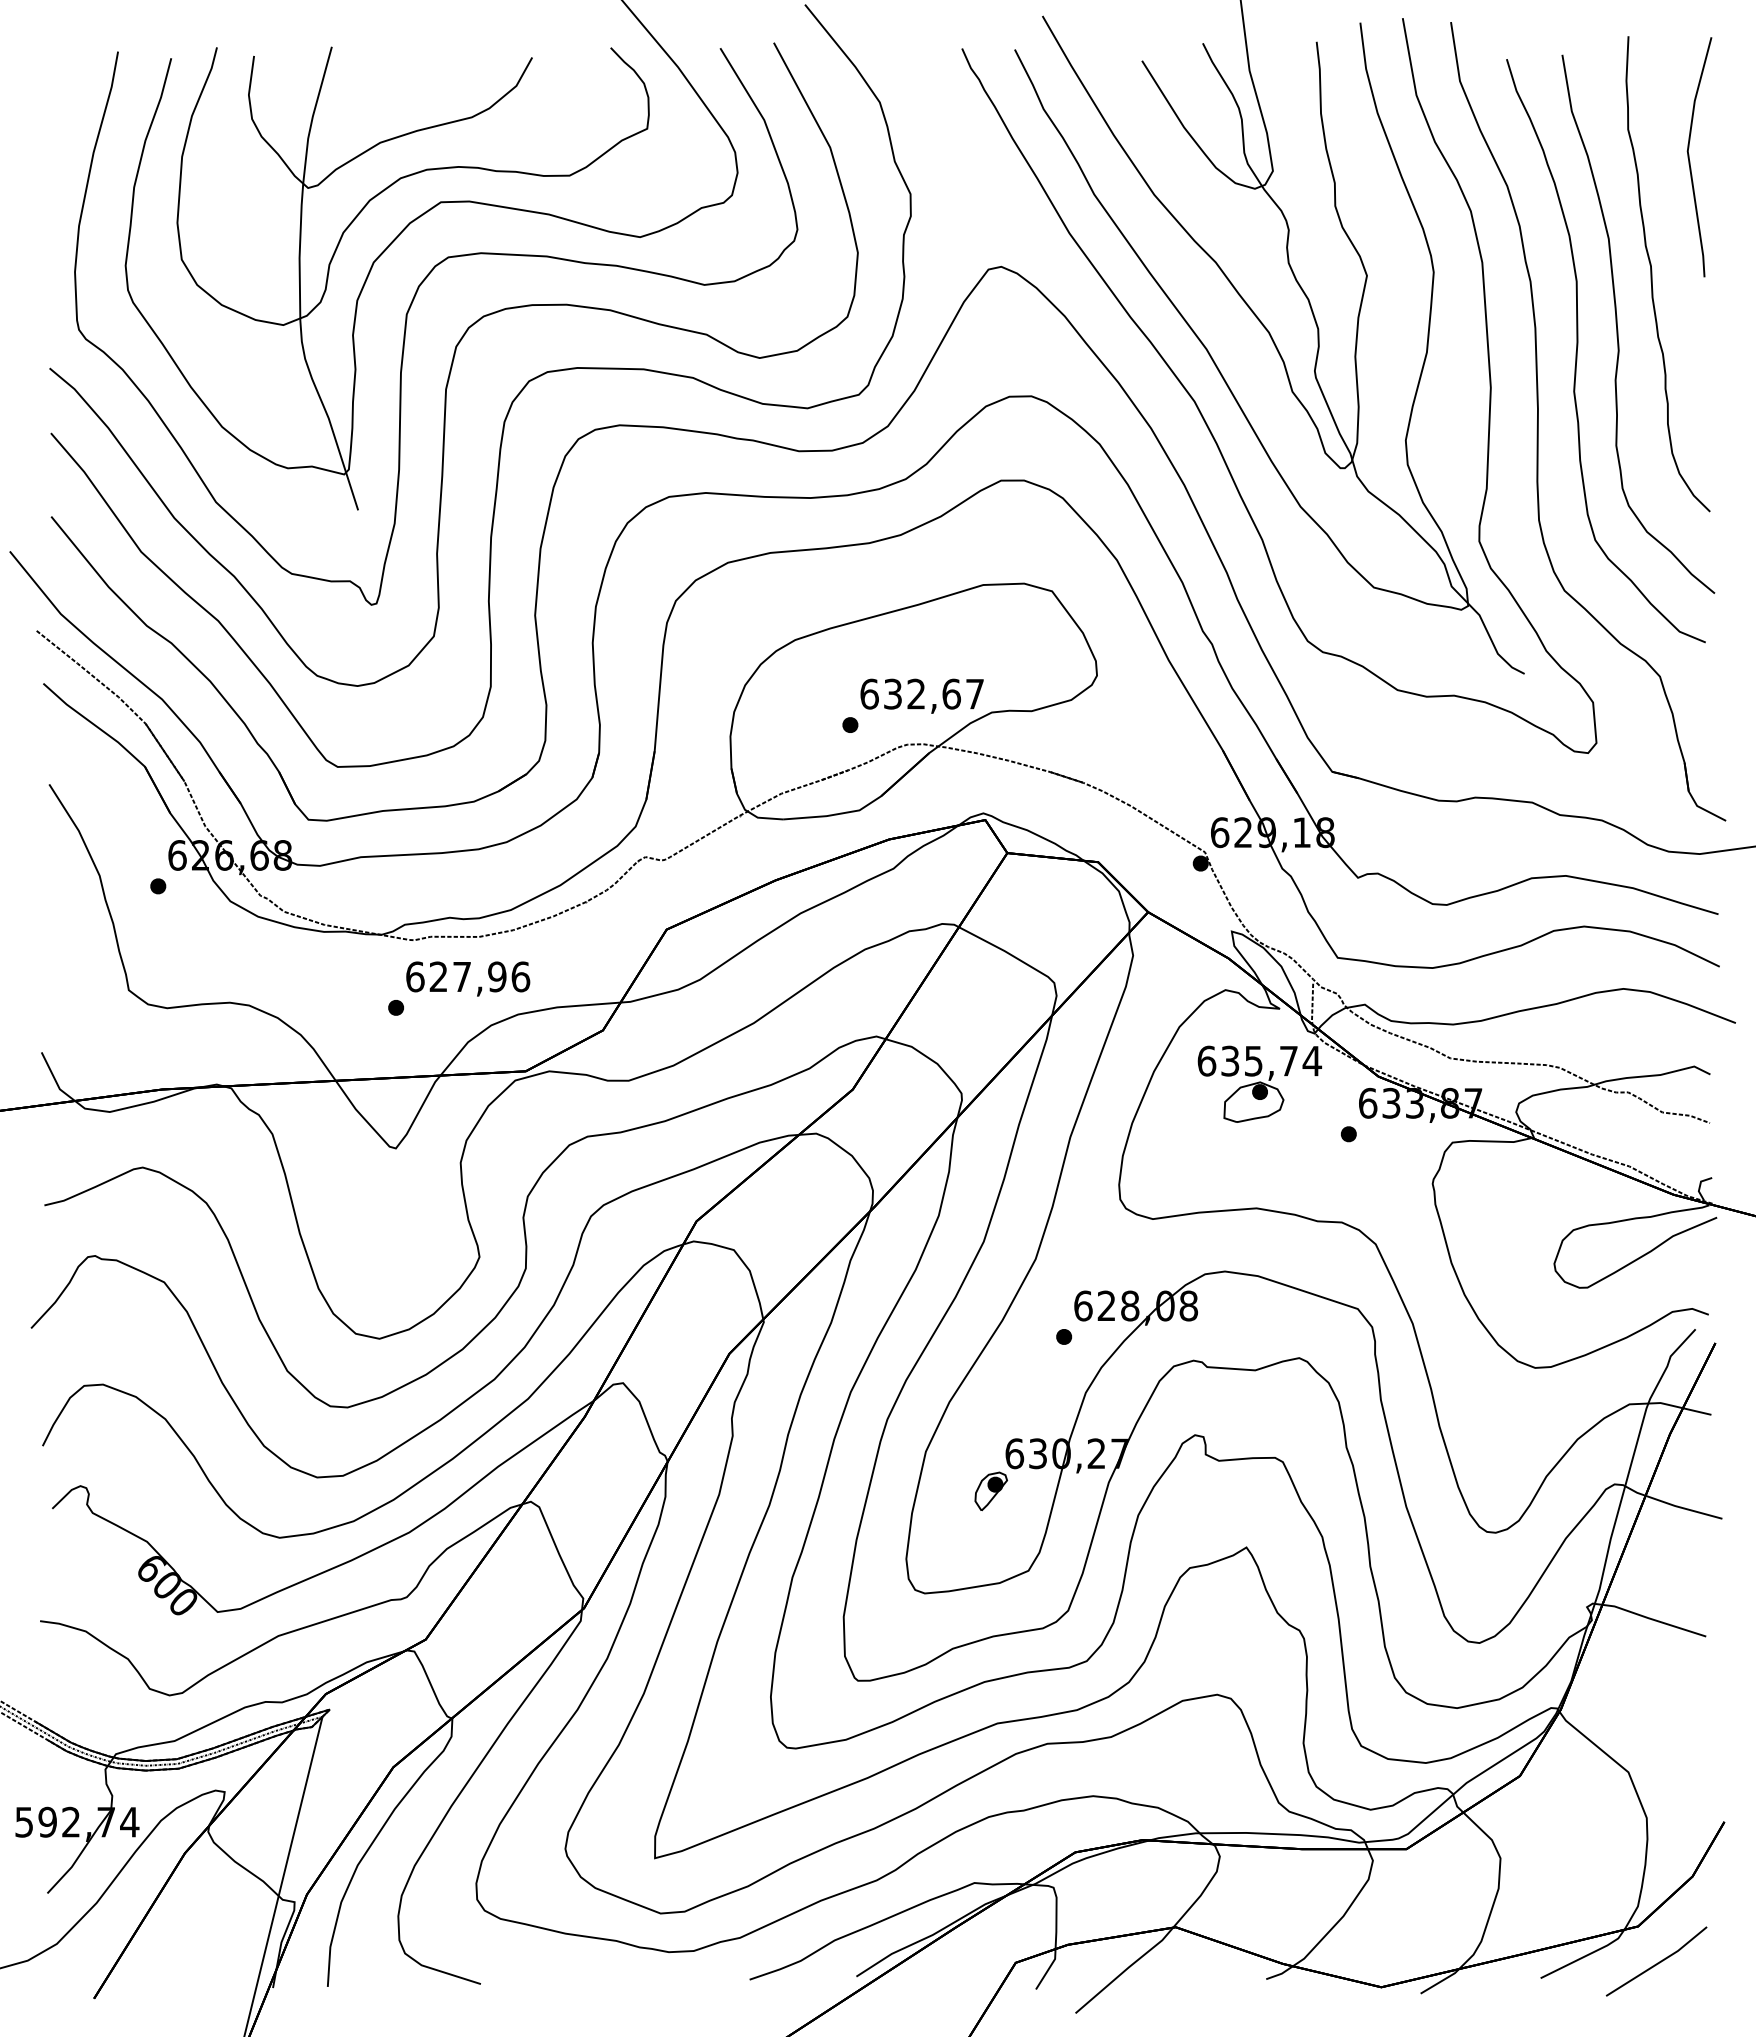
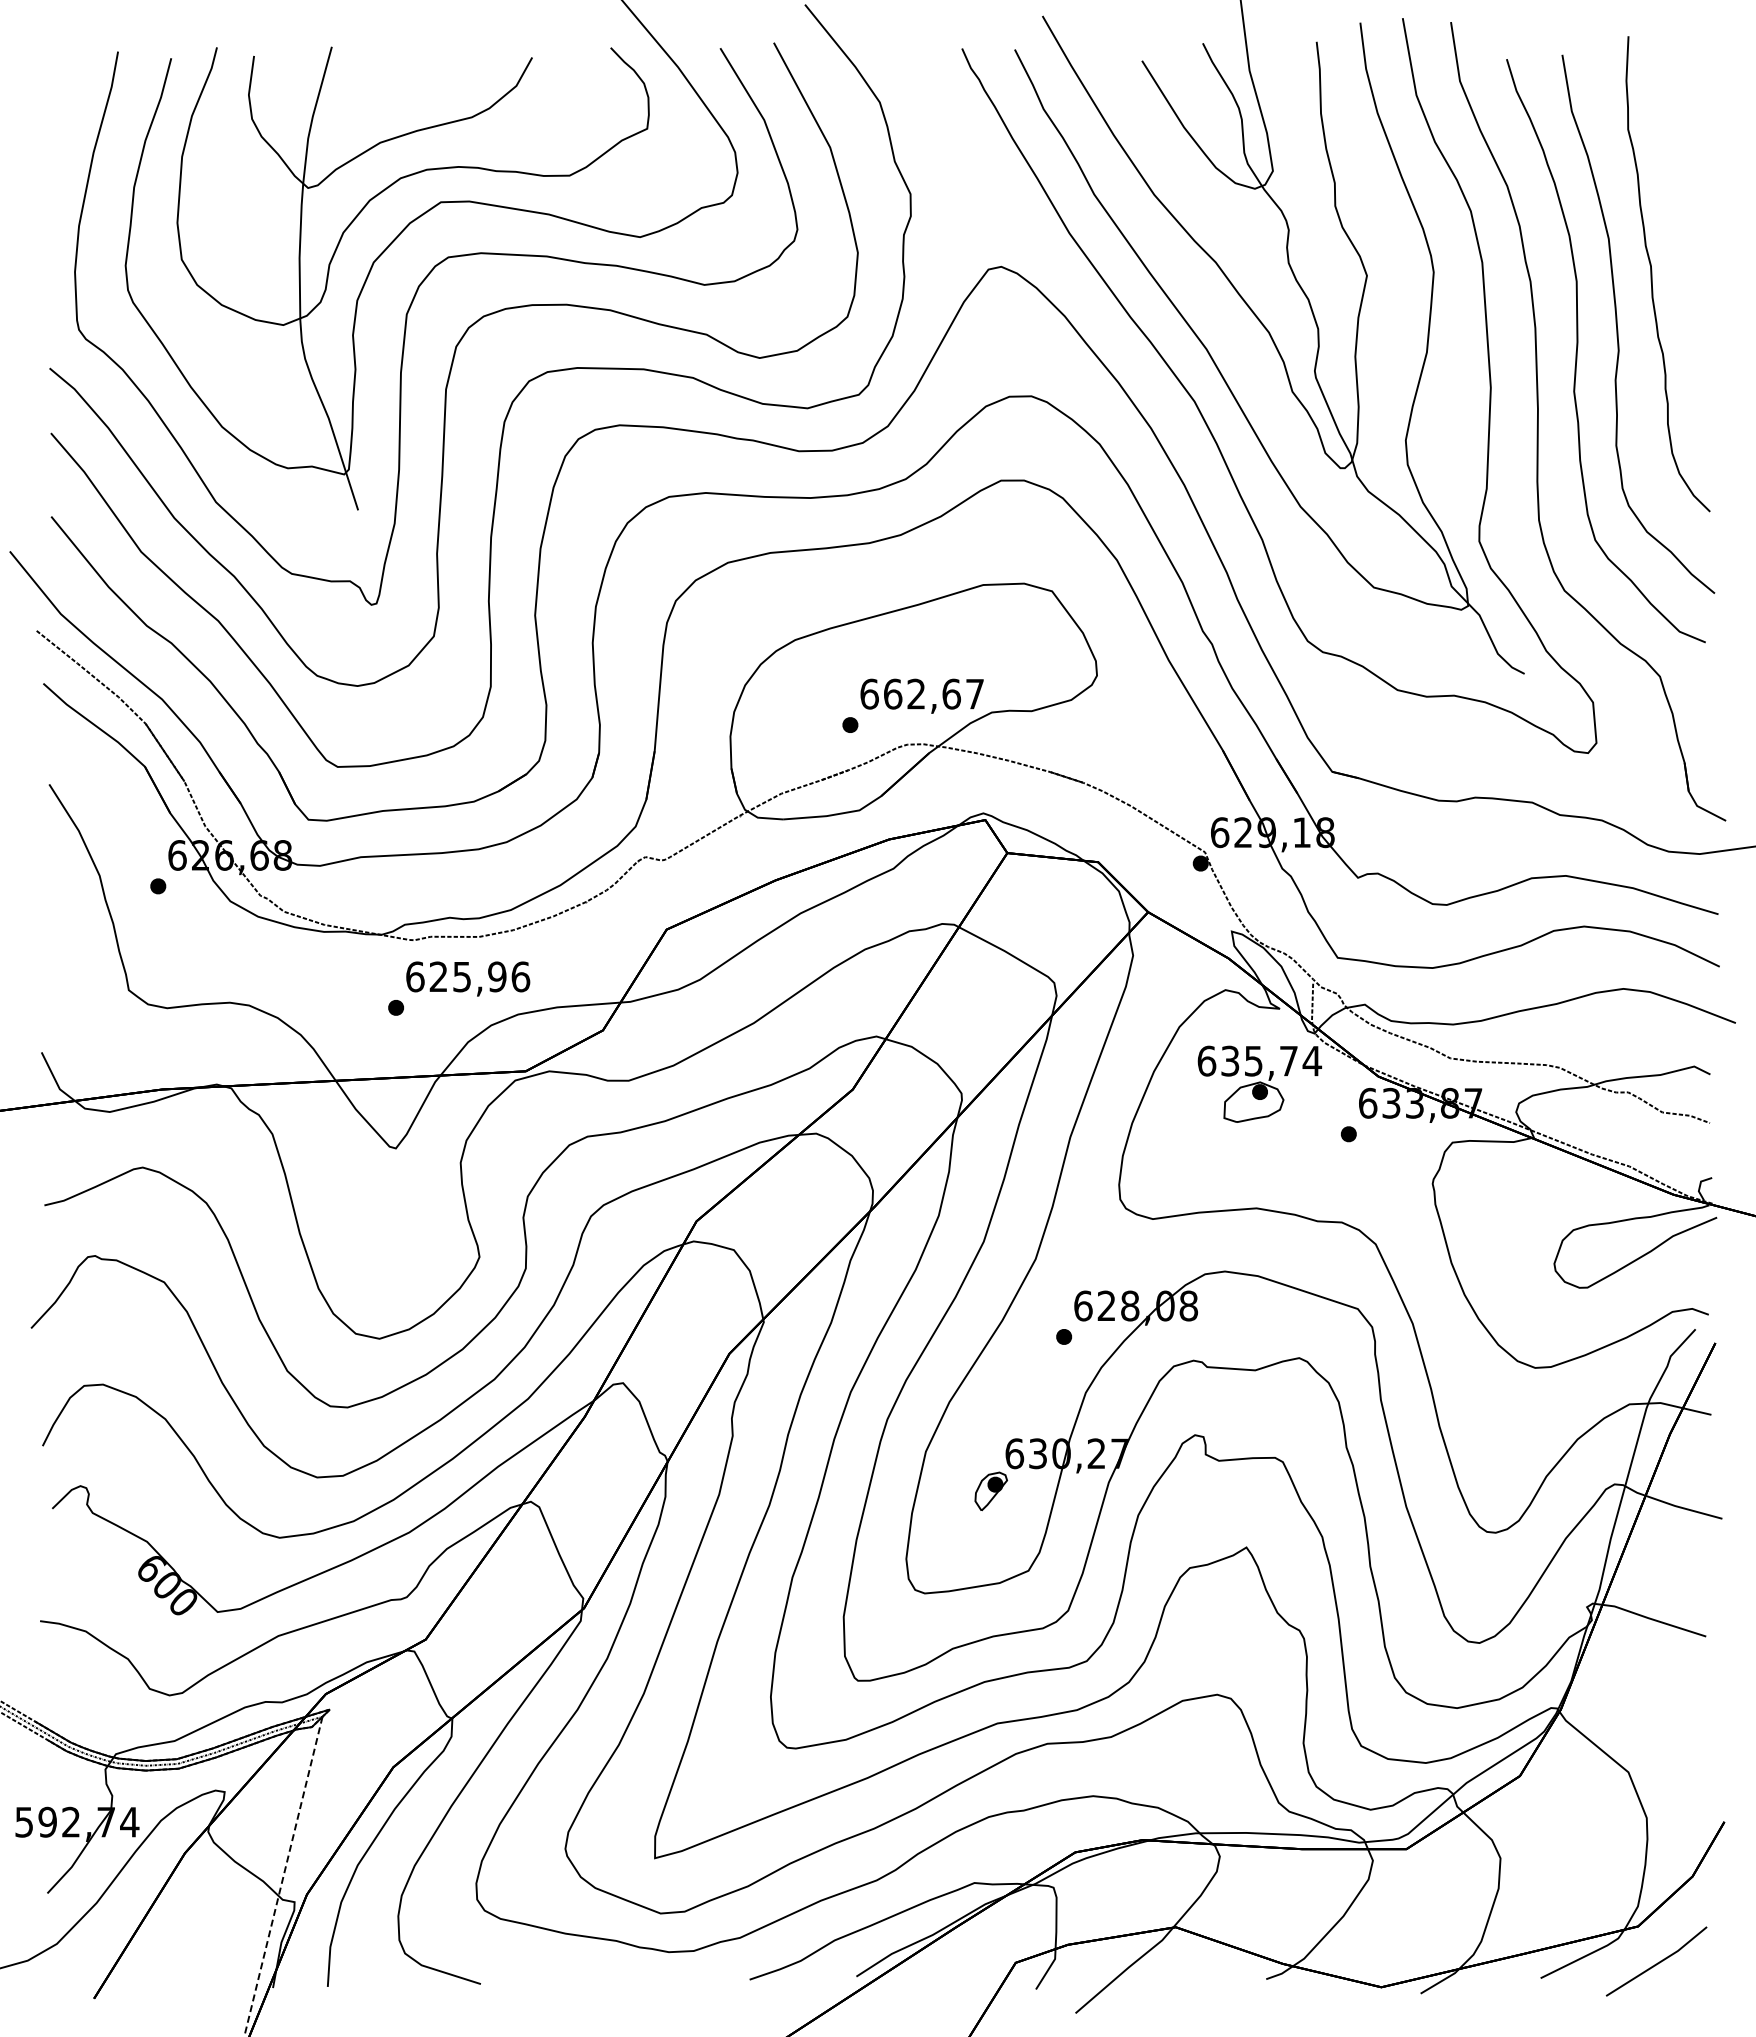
part at (1690, 161): present -> none
text at (893, 693): 632,67 -> 662,67
text at (461, 977): 627,96 -> 625,96
line at (283, 1876): solid -> dashed
